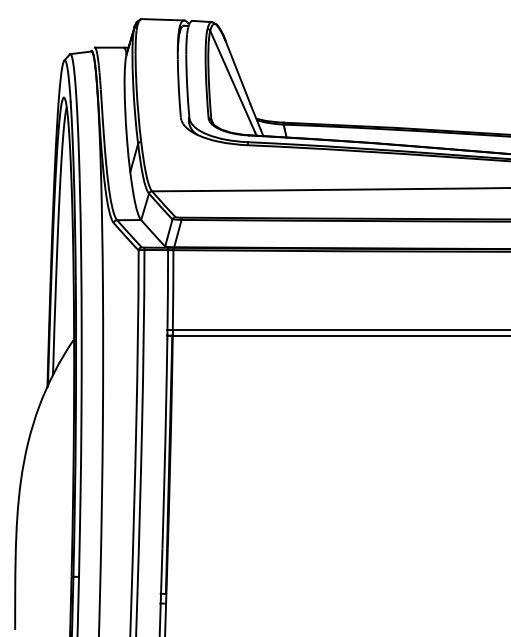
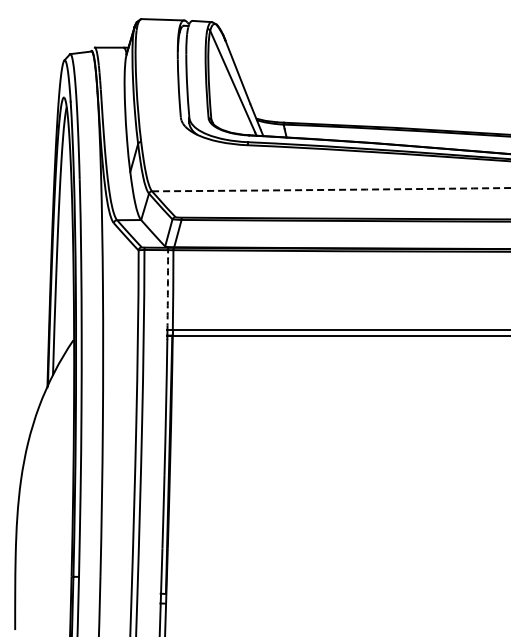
arc at (331, 189): solid -> dashed
arc at (167, 290): solid -> dashed
